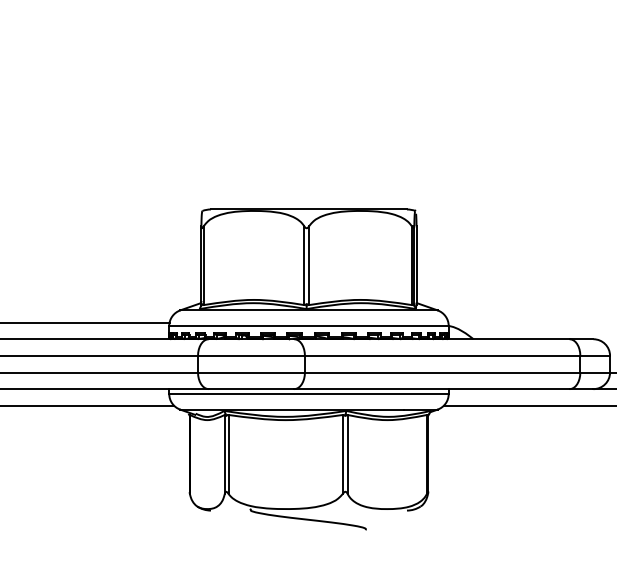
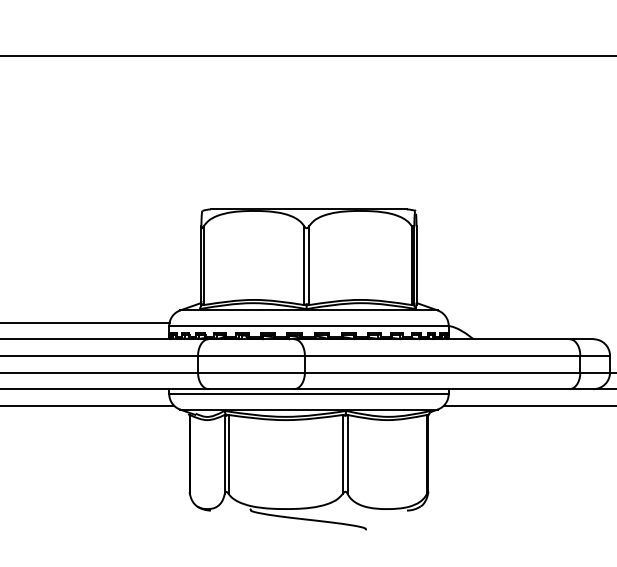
line at (307, 56): none -> present
